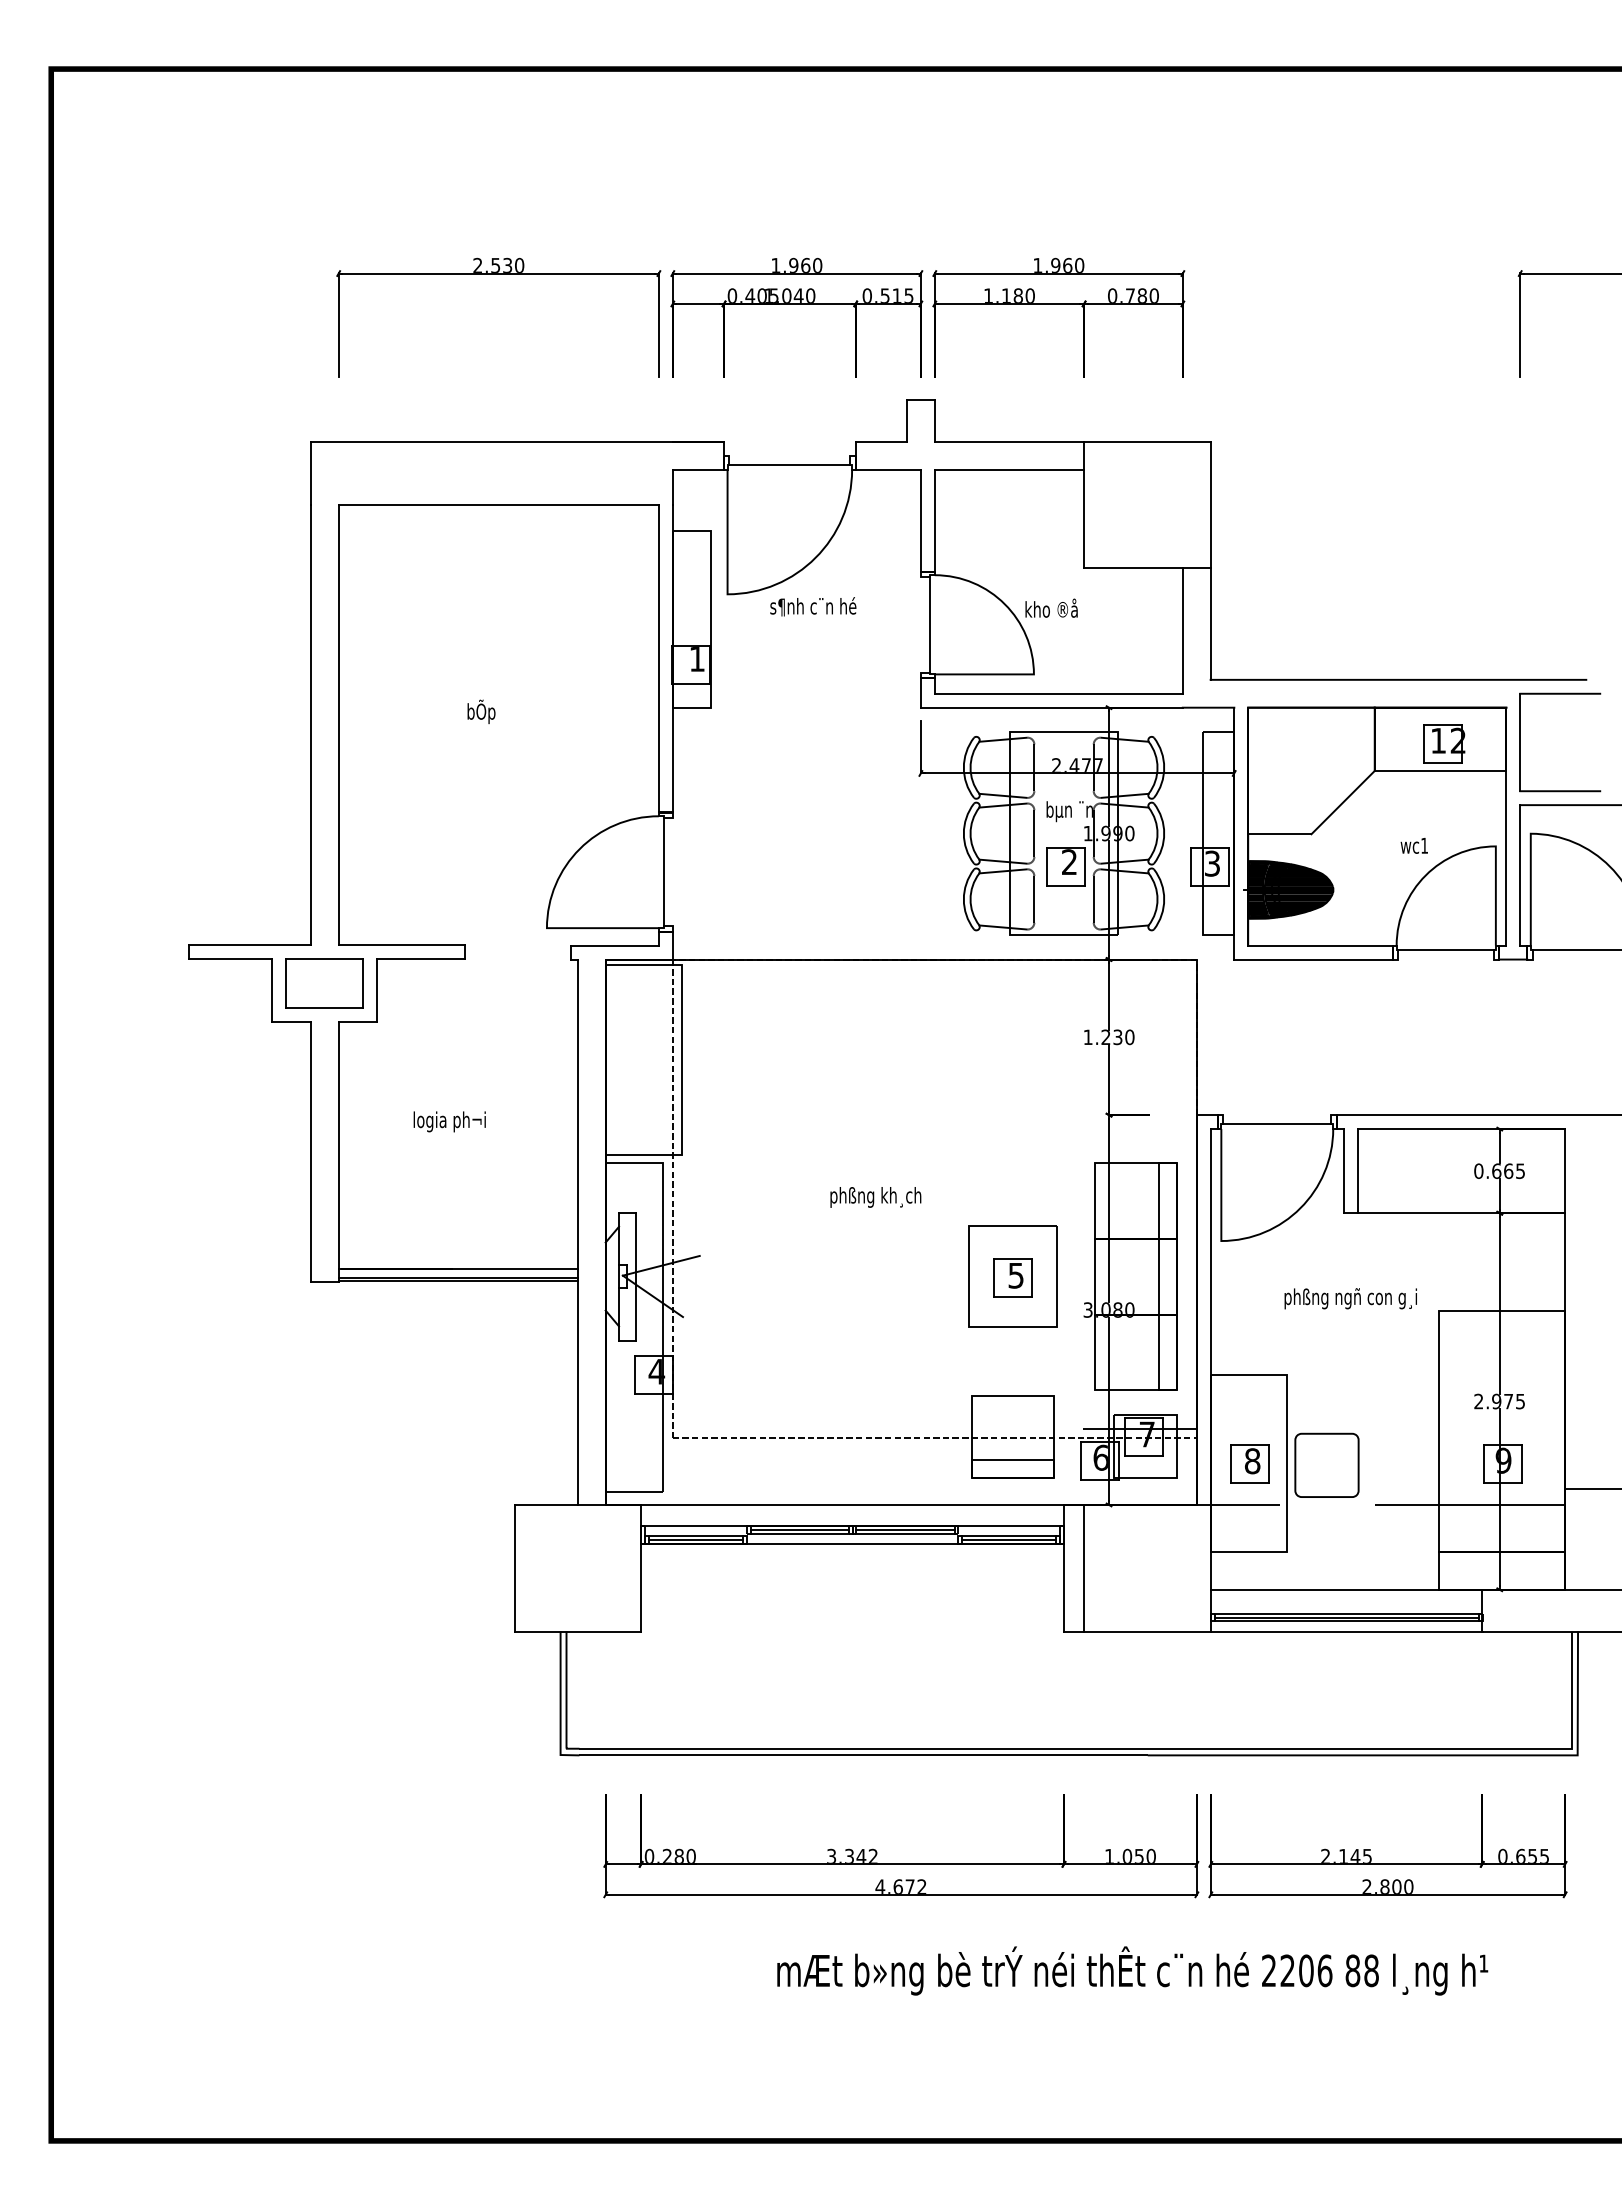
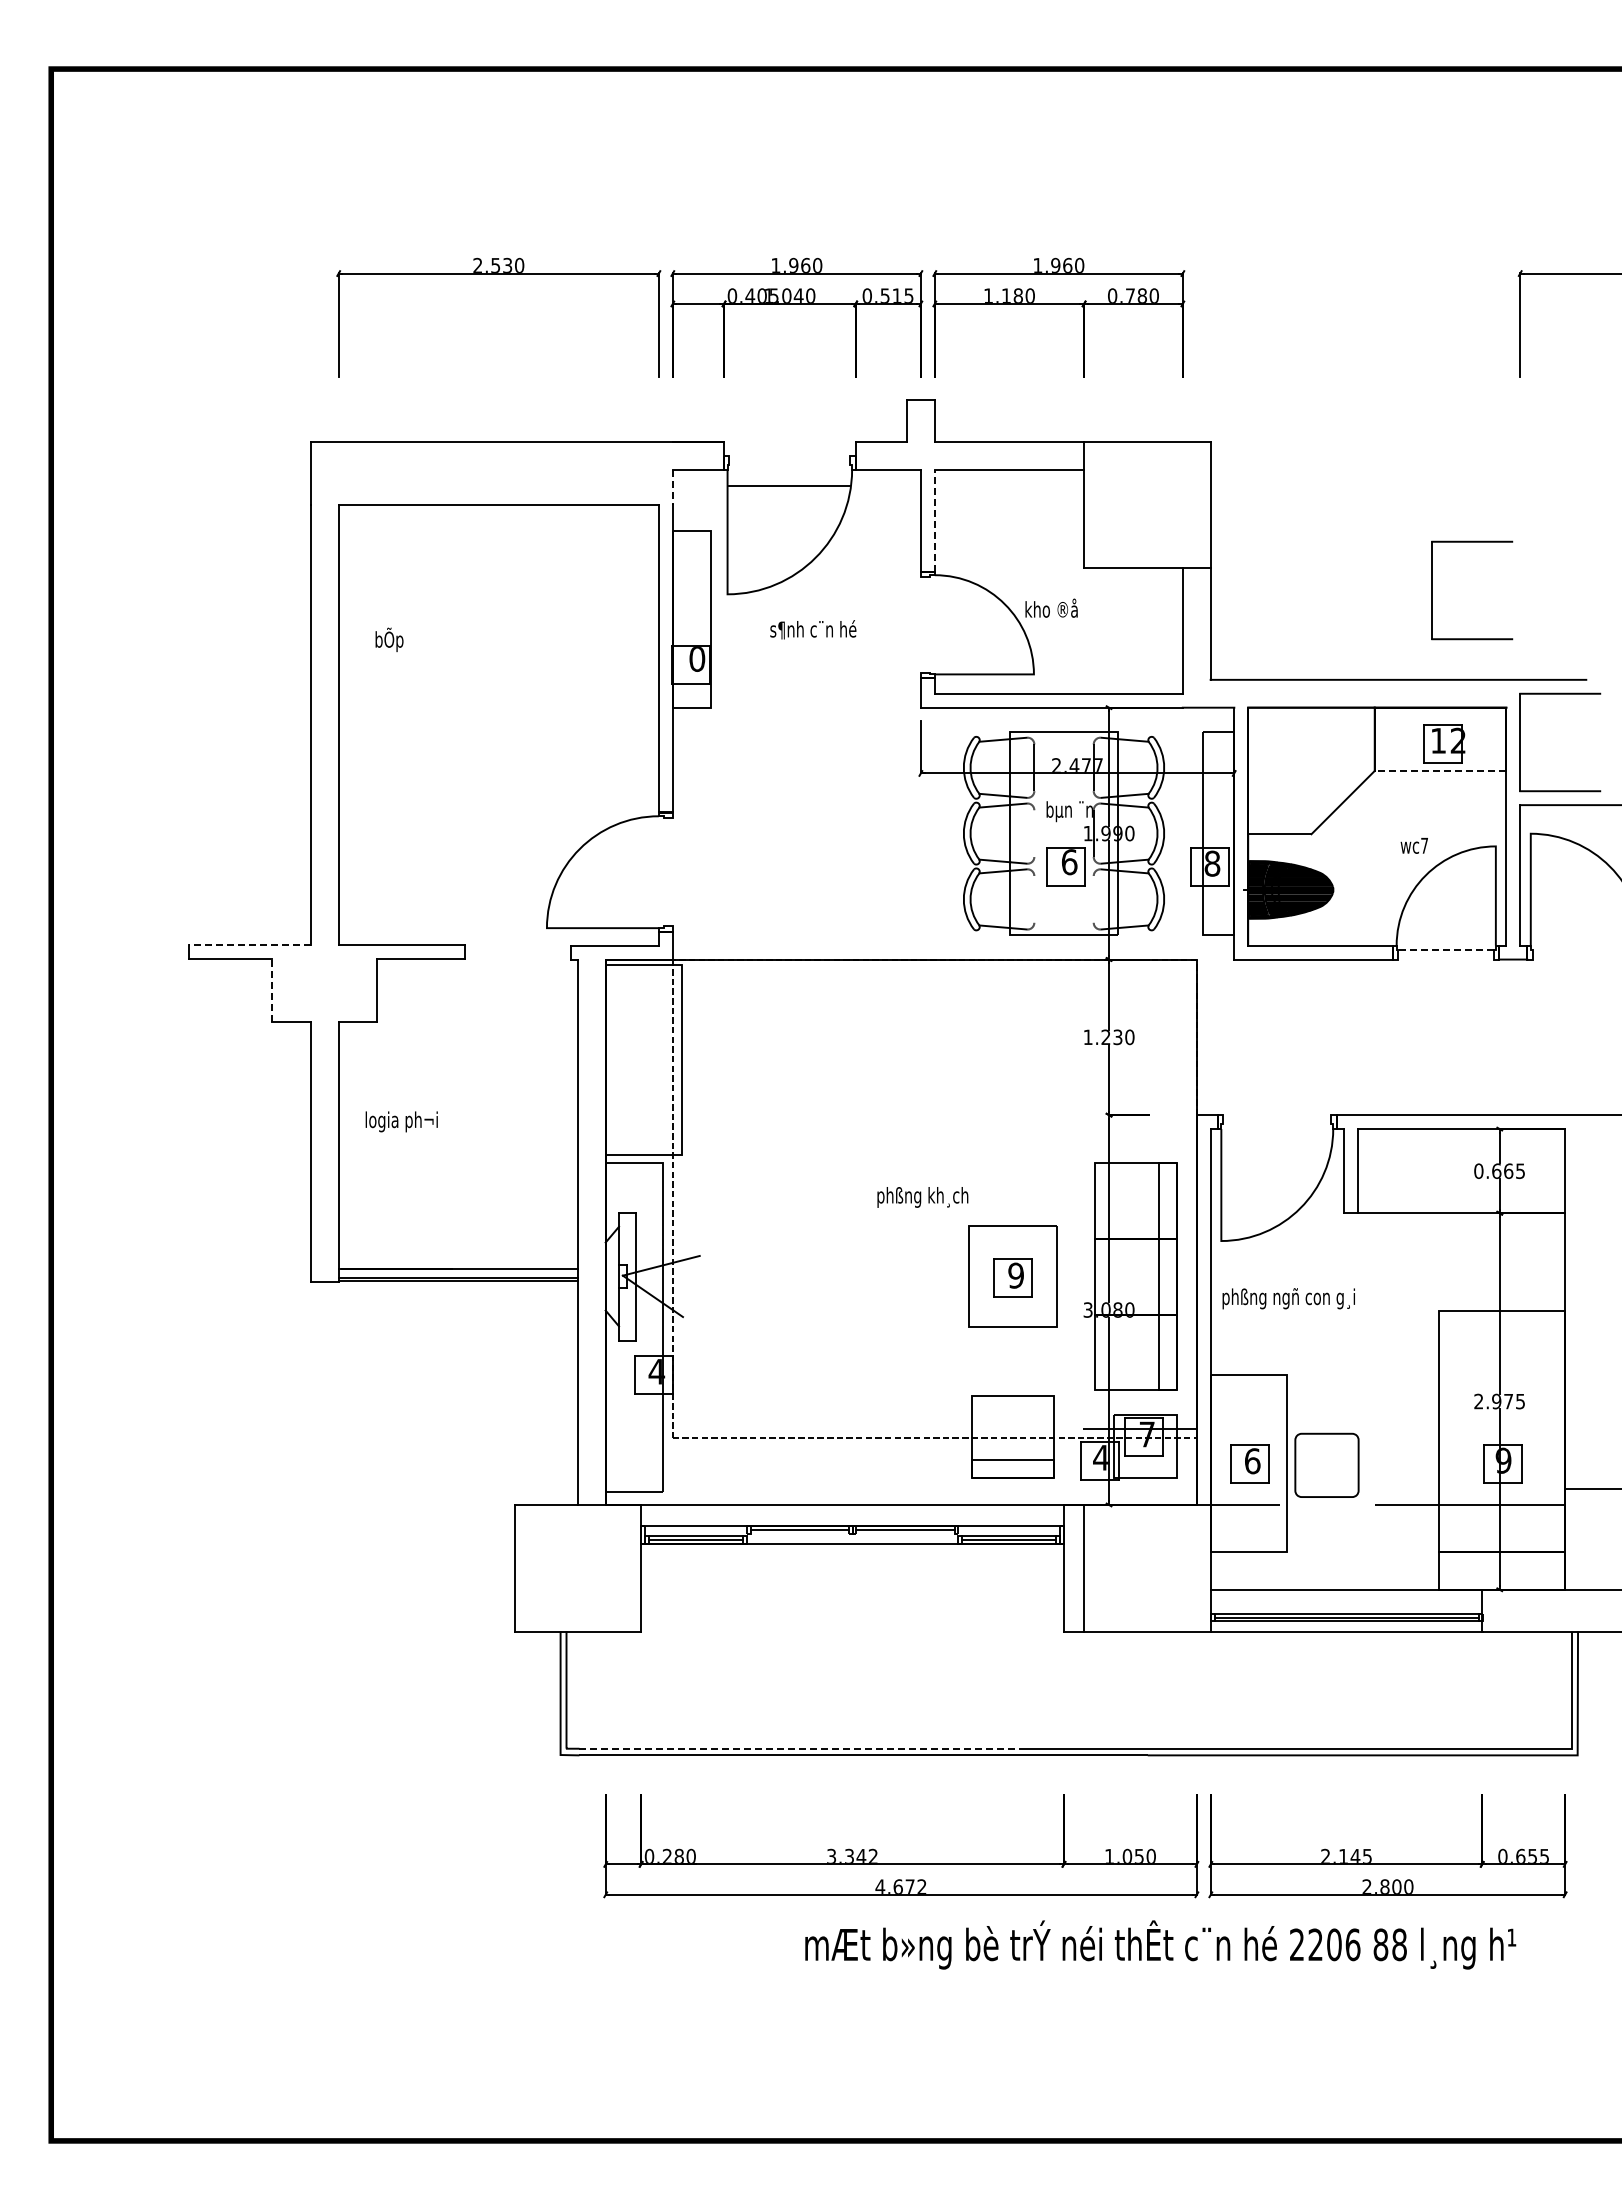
line at (789, 465) position: (789, 465) -> (789, 486)
line at (672, 487): solid -> dashed
line at (934, 520): solid -> dashed
part at (1432, 590): none -> present
text at (813, 606) position: (813, 606) -> (813, 629)
line at (930, 624): present -> none
text at (697, 659): 1 -> 0
text at (481, 711) position: (481, 711) -> (389, 639)
line at (1440, 770): solid -> dashed
line at (1034, 833): present -> none
text at (1424, 845): wc1 -> wc7
text at (1069, 862): 2 -> 6
text at (1212, 863): 3 -> 8
line at (663, 872): present -> none
line at (1034, 899): present -> none
line at (1093, 899): present -> none
line at (250, 944): solid -> dashed
line at (1446, 950): solid -> dashed
line at (1575, 950): present -> none
part at (324, 983): present -> none
line at (272, 990): solid -> dashed
text at (449, 1121) position: (449, 1121) -> (401, 1121)
line at (1277, 1124): present -> none
text at (875, 1197) position: (875, 1197) -> (922, 1197)
text at (1015, 1275): 5 -> 9
text at (1350, 1298) position: (1350, 1298) -> (1288, 1298)
text at (1100, 1457): 6 -> 4
text at (1252, 1461): 8 -> 6
line at (799, 1533): present -> none
line at (905, 1533): present -> none
line at (800, 1748): solid -> dashed
text at (1132, 1970) position: (1132, 1970) -> (1160, 1944)
